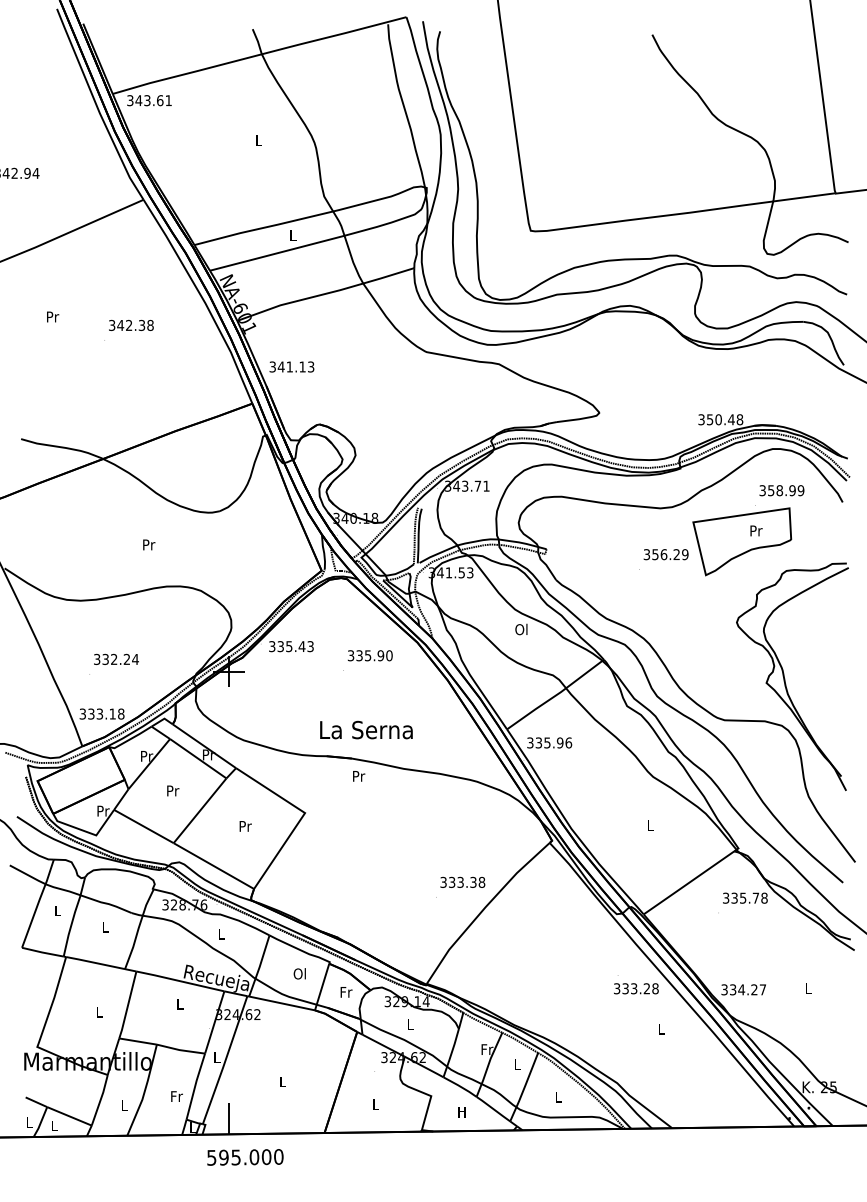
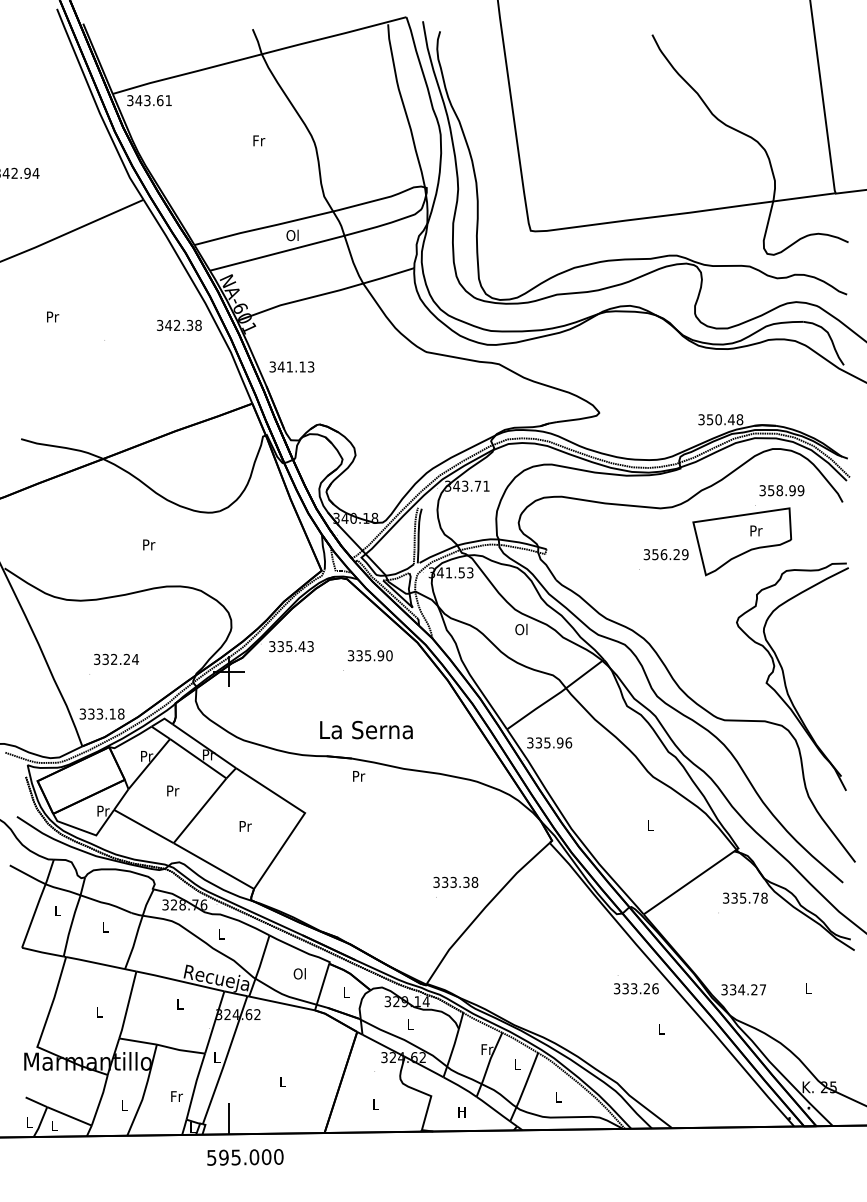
text at (259, 140): L -> Fr
text at (292, 235): L -> Ol
text at (131, 324) position: (131, 324) -> (179, 324)
text at (462, 881) position: (462, 881) -> (455, 881)
text at (655, 988): 333.28 -> 333.26
text at (346, 992): Fr -> L
